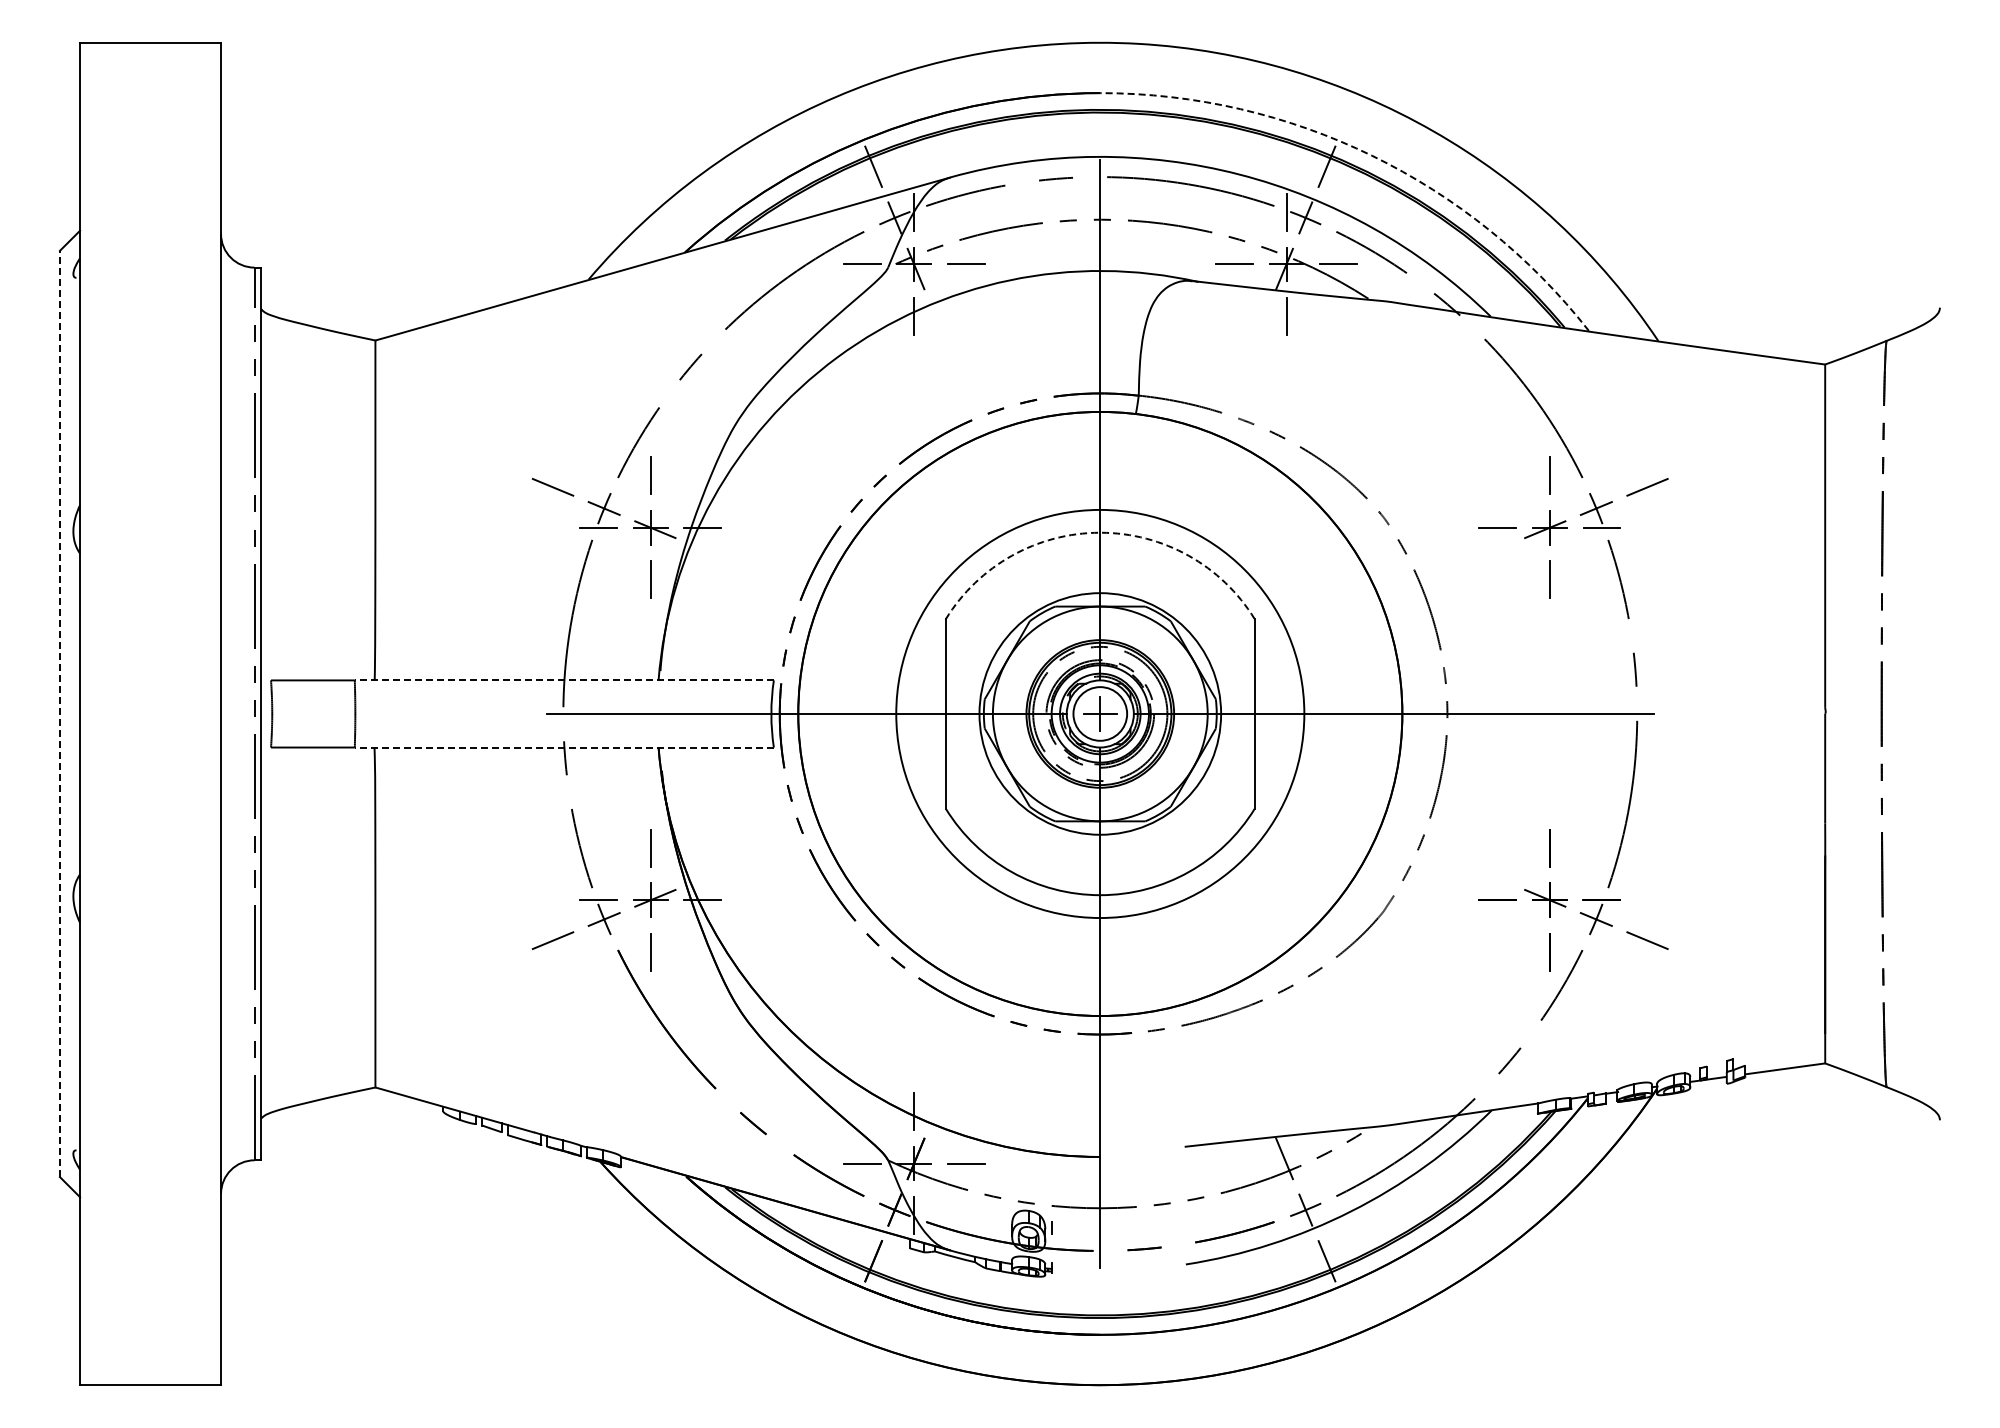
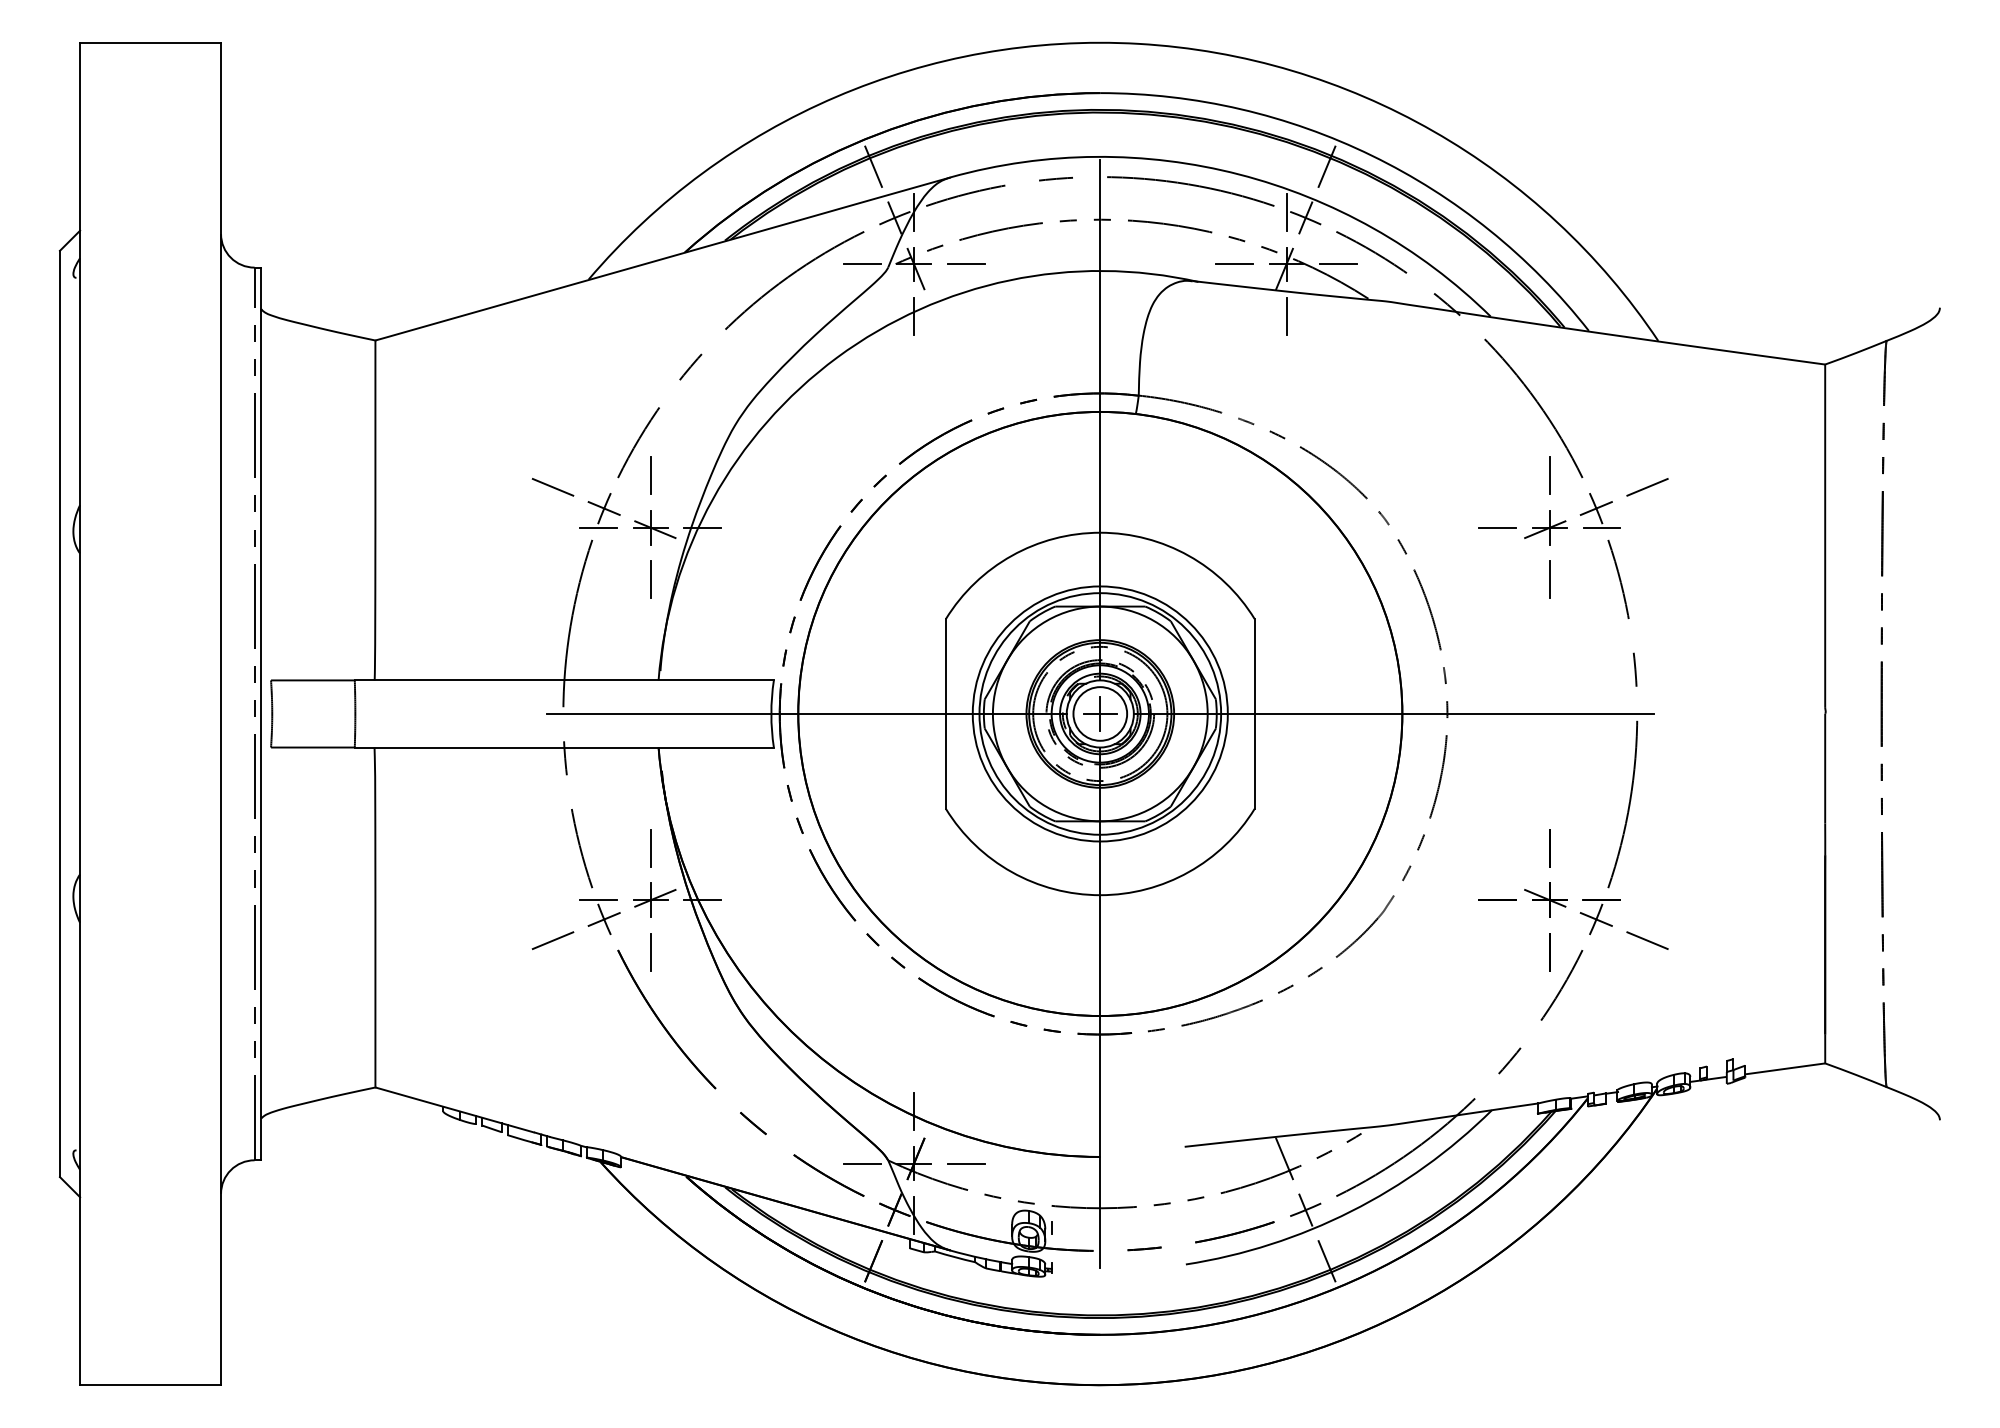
arc at (1371, 155): dashed -> solid
arc at (1100, 532): dashed -> solid
line at (564, 680): dashed -> solid
line at (59, 713): dashed -> solid
circle at (1100, 713) diameter: 408 px -> 255 px
line at (564, 747): dashed -> solid
